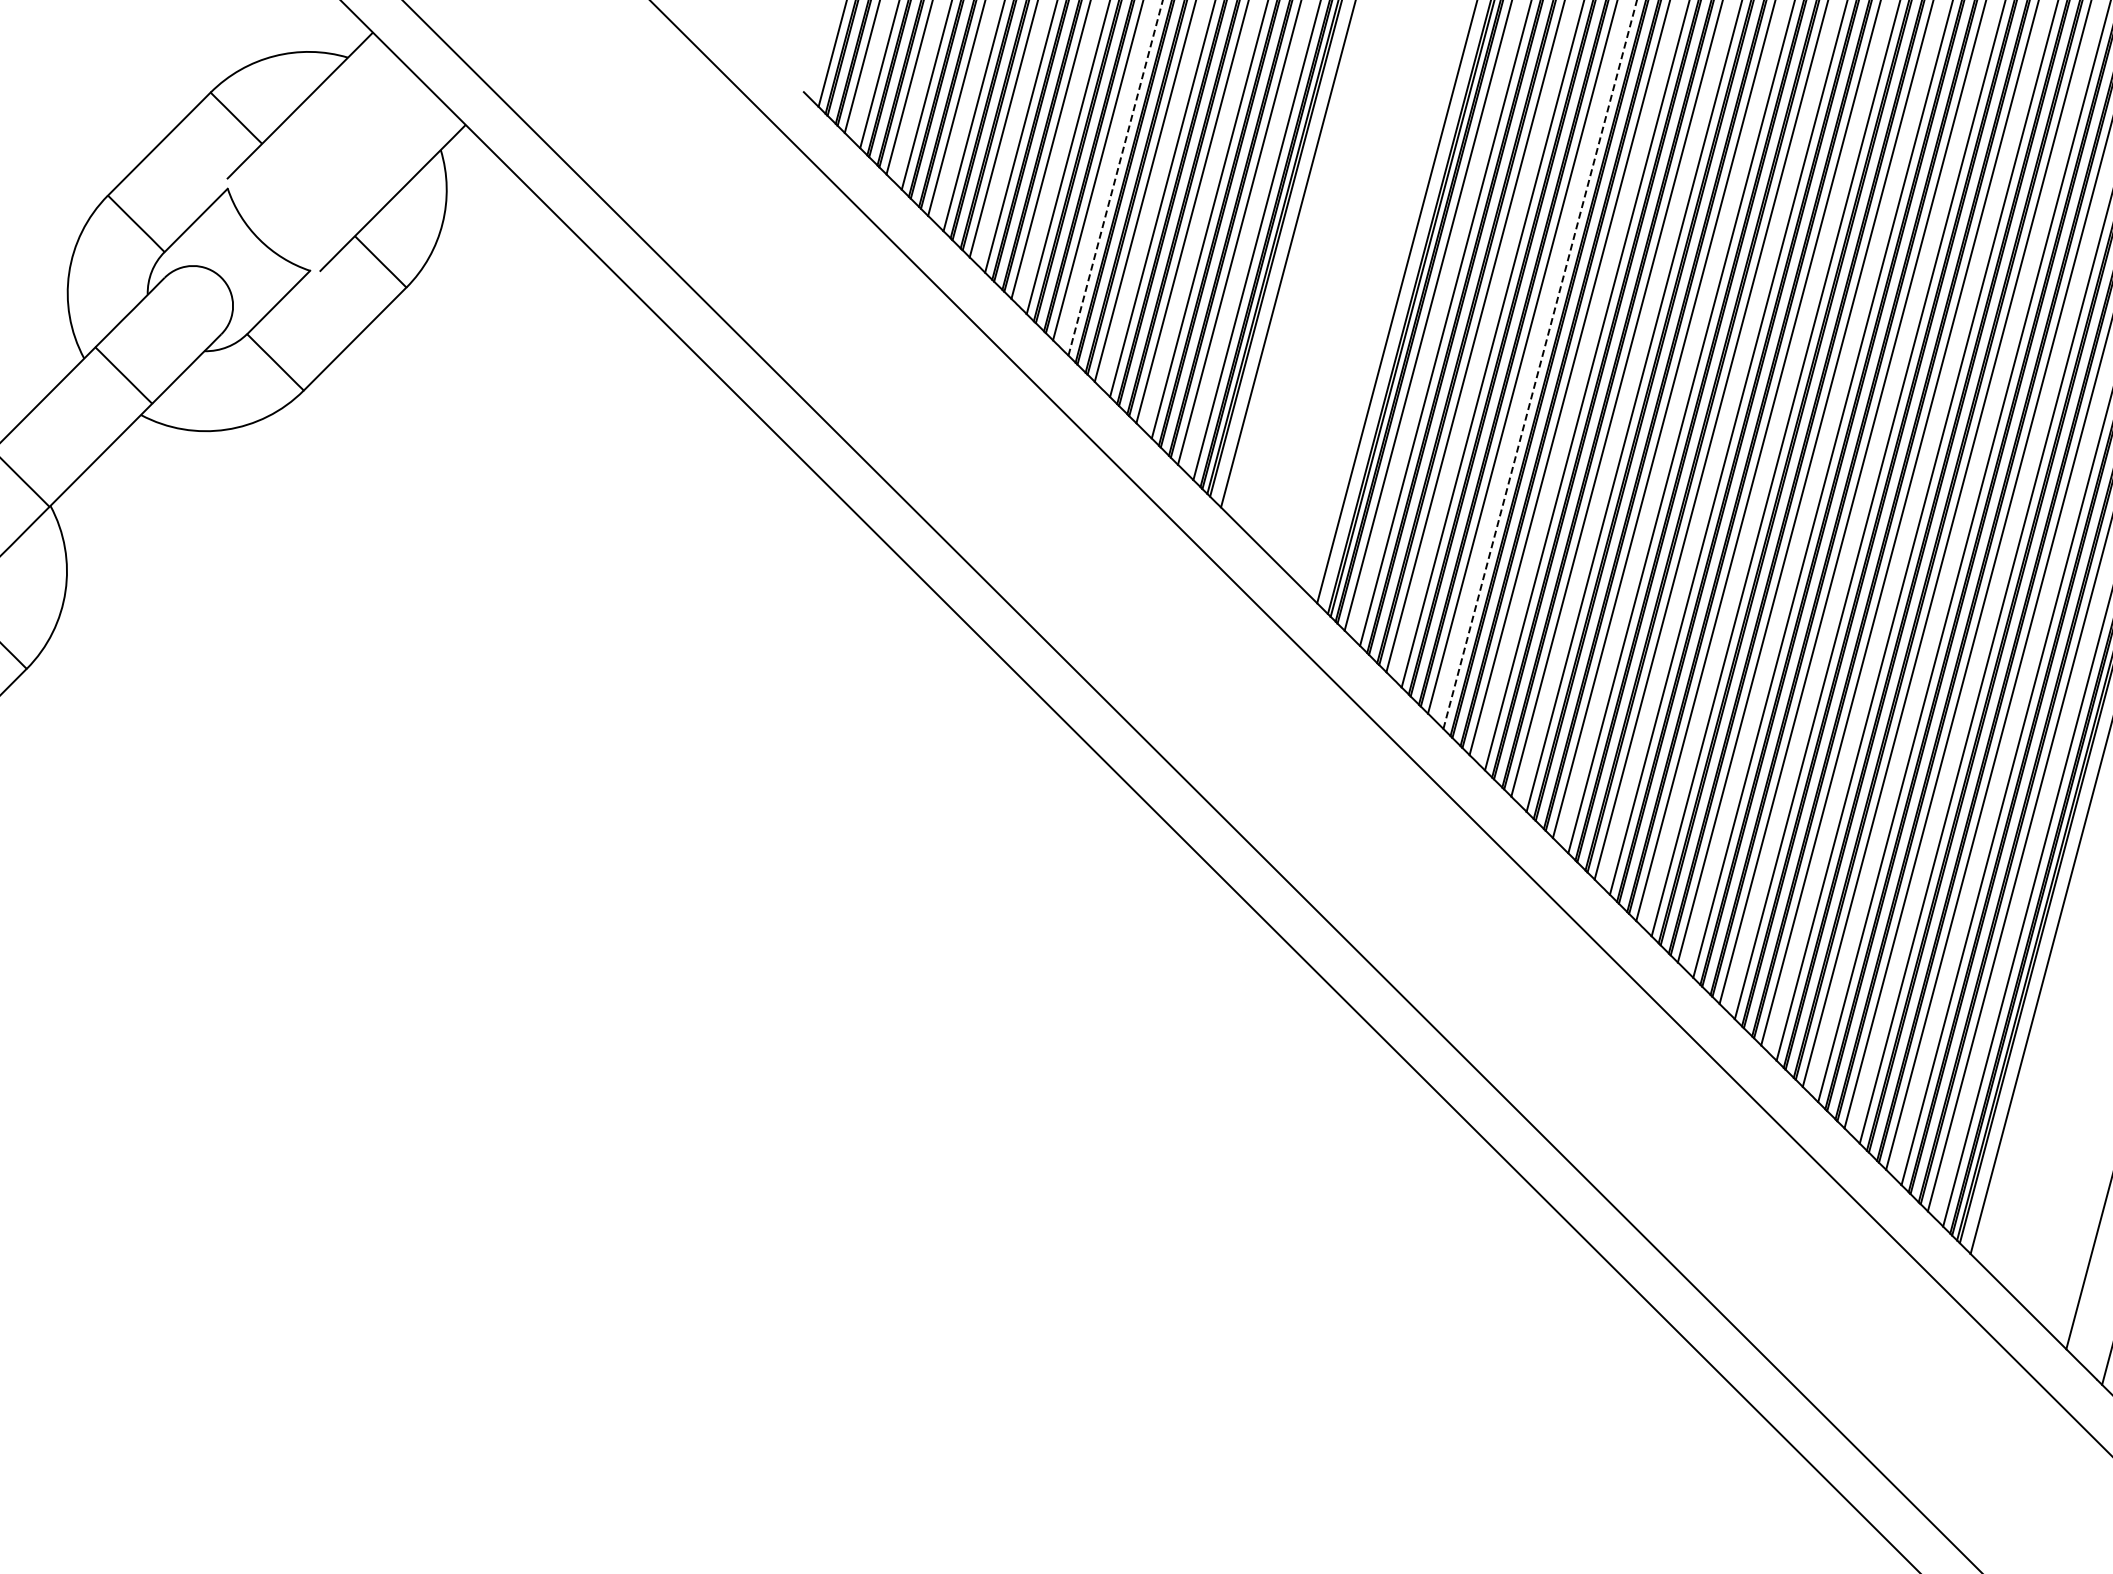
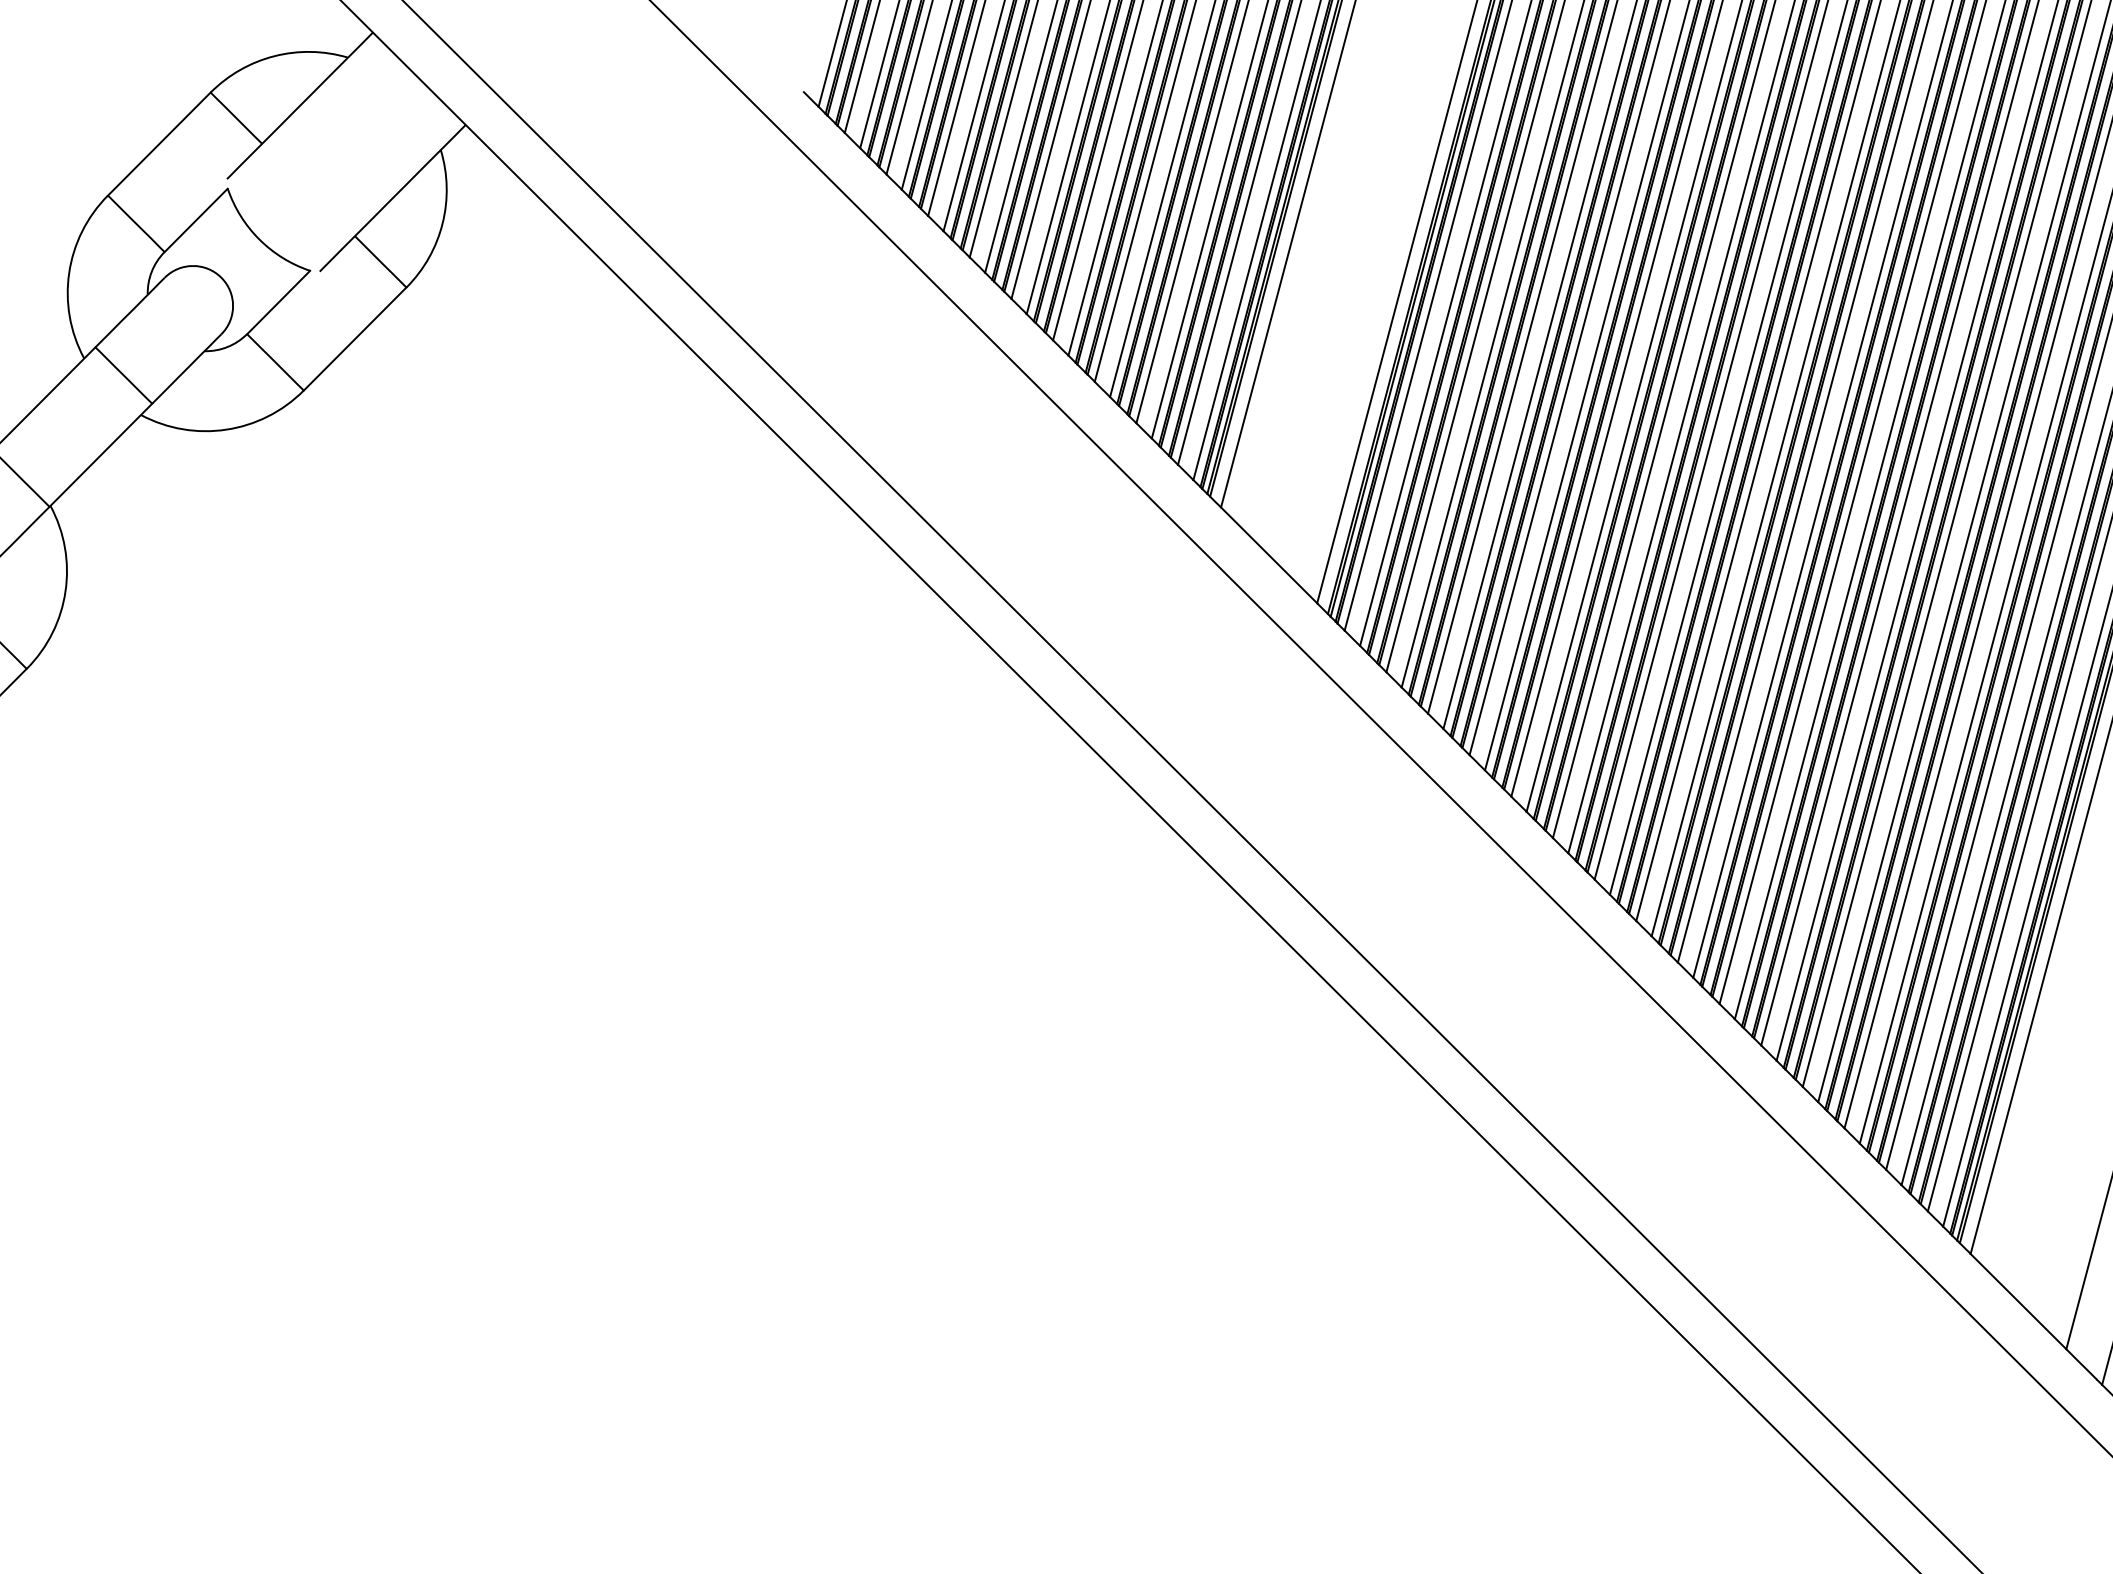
line at (1115, 177): dashed -> solid
line at (1540, 364): dashed -> solid
